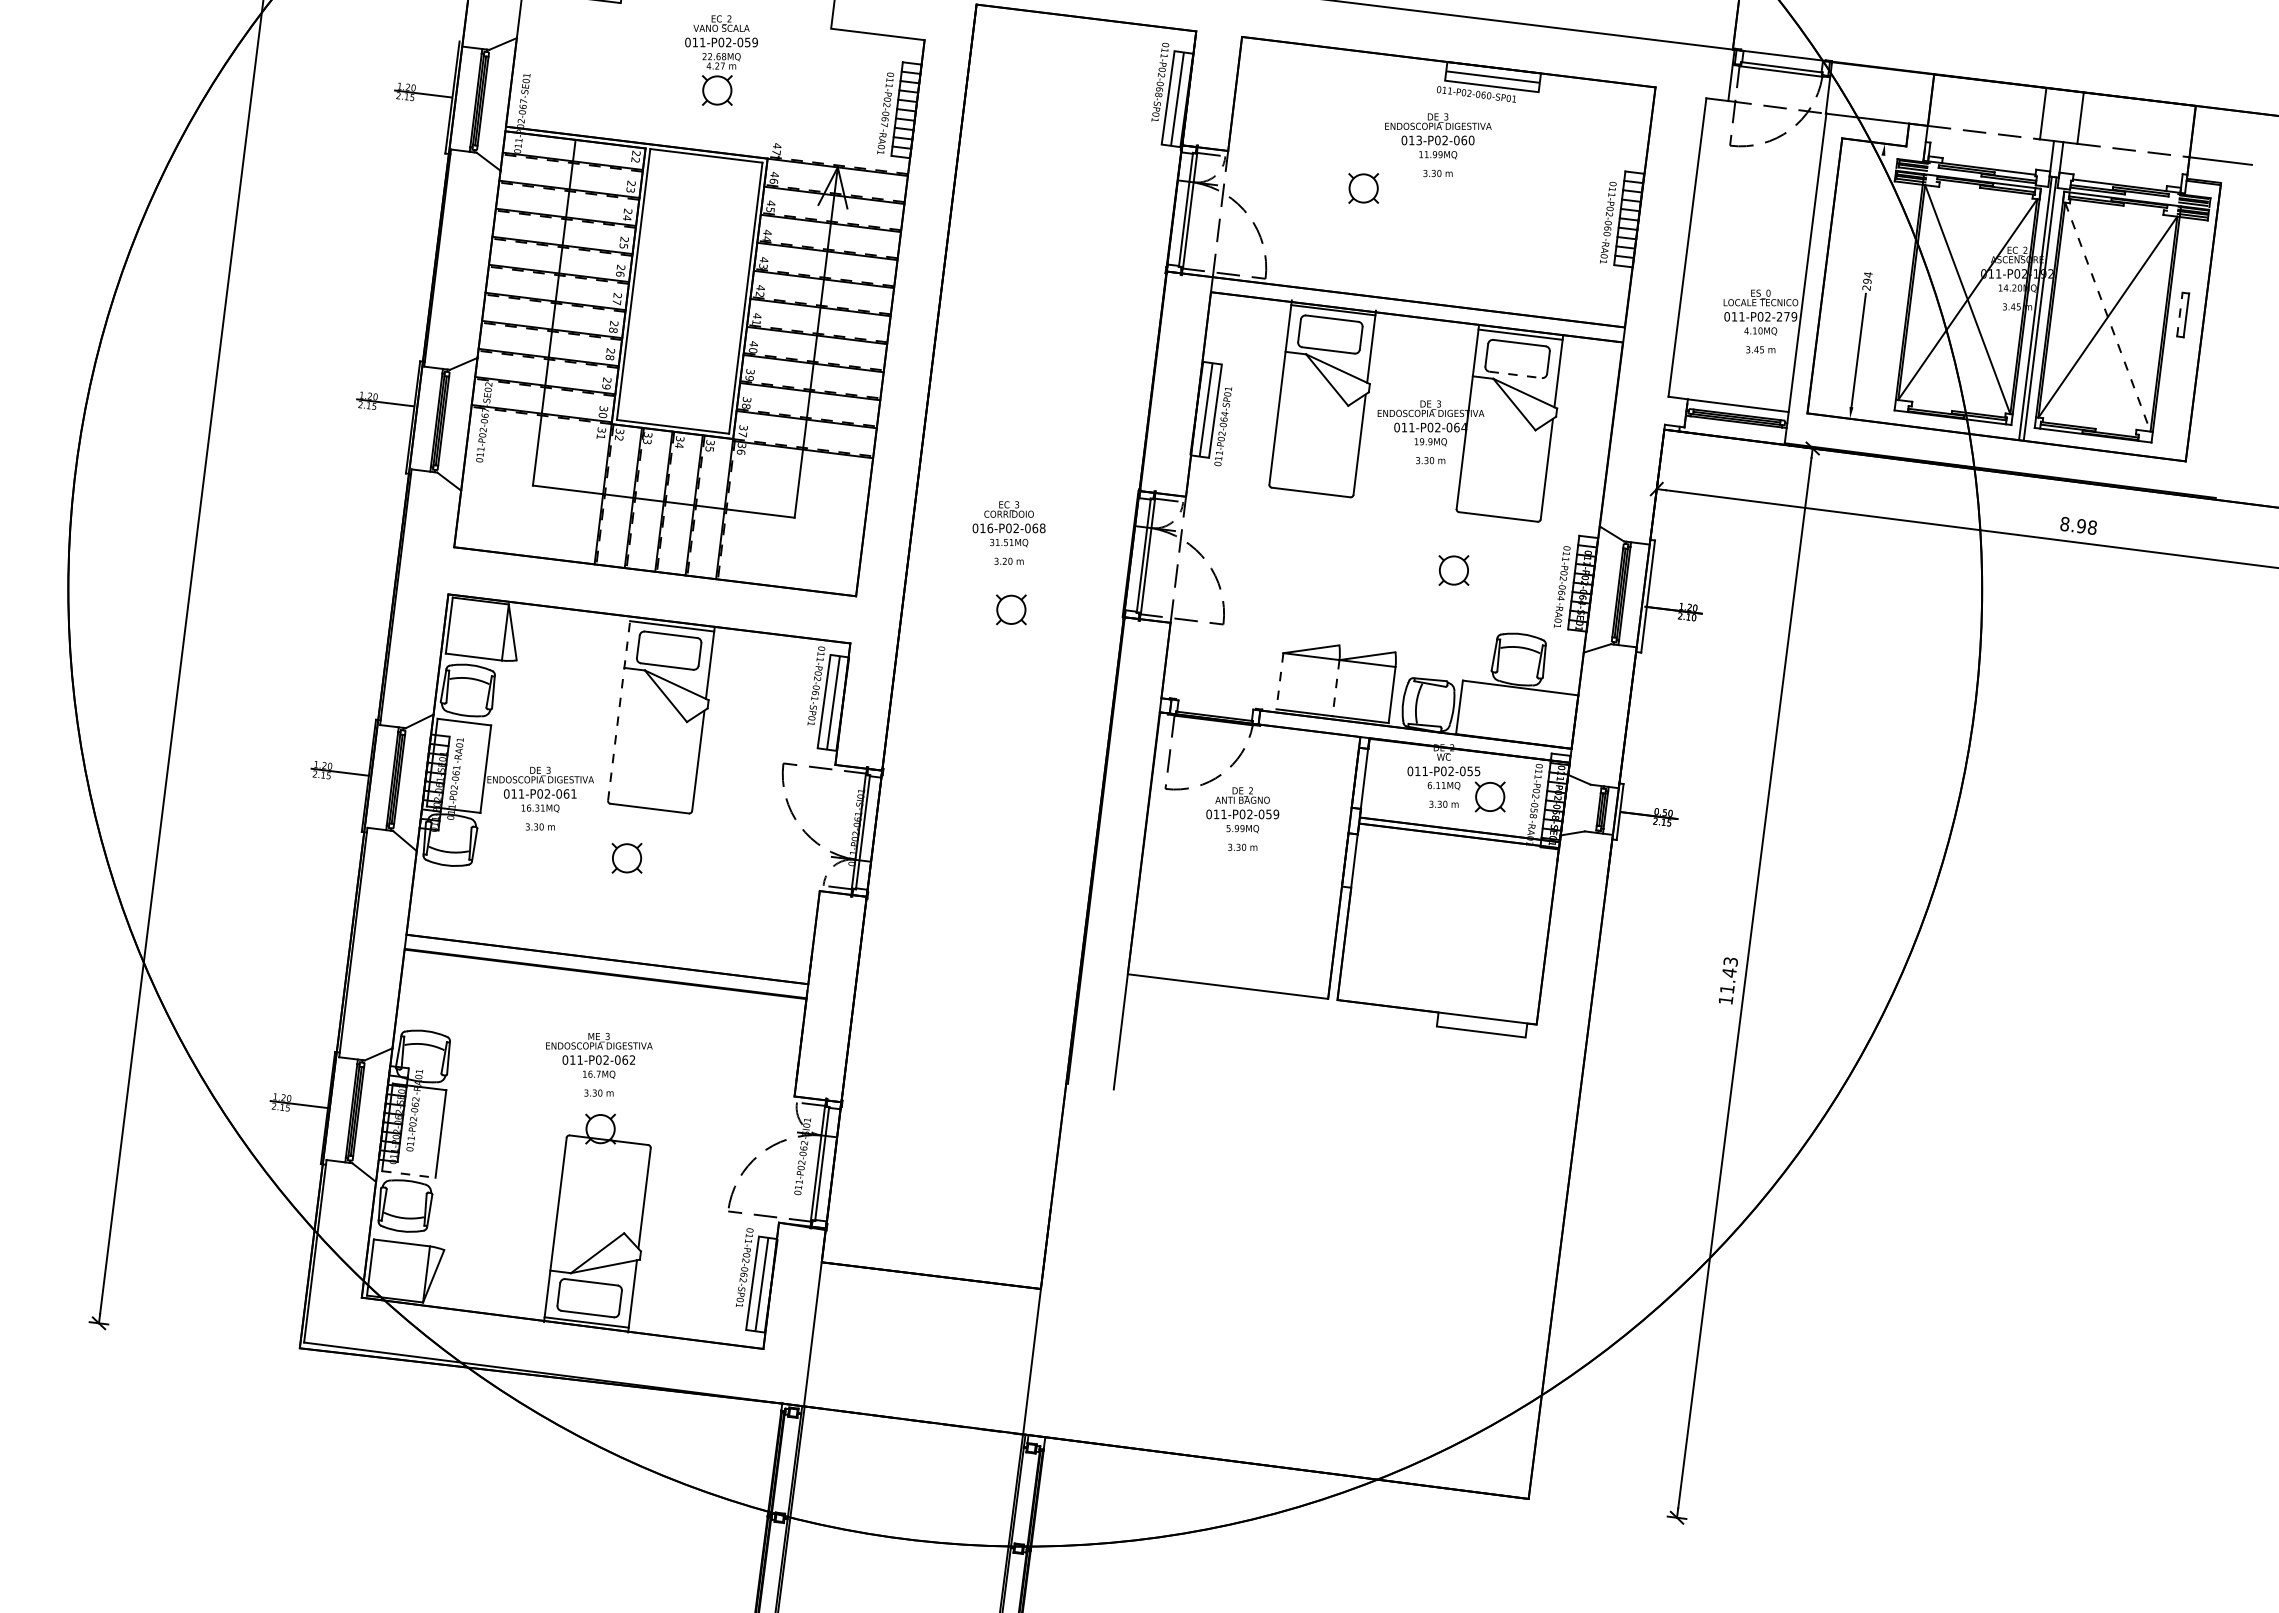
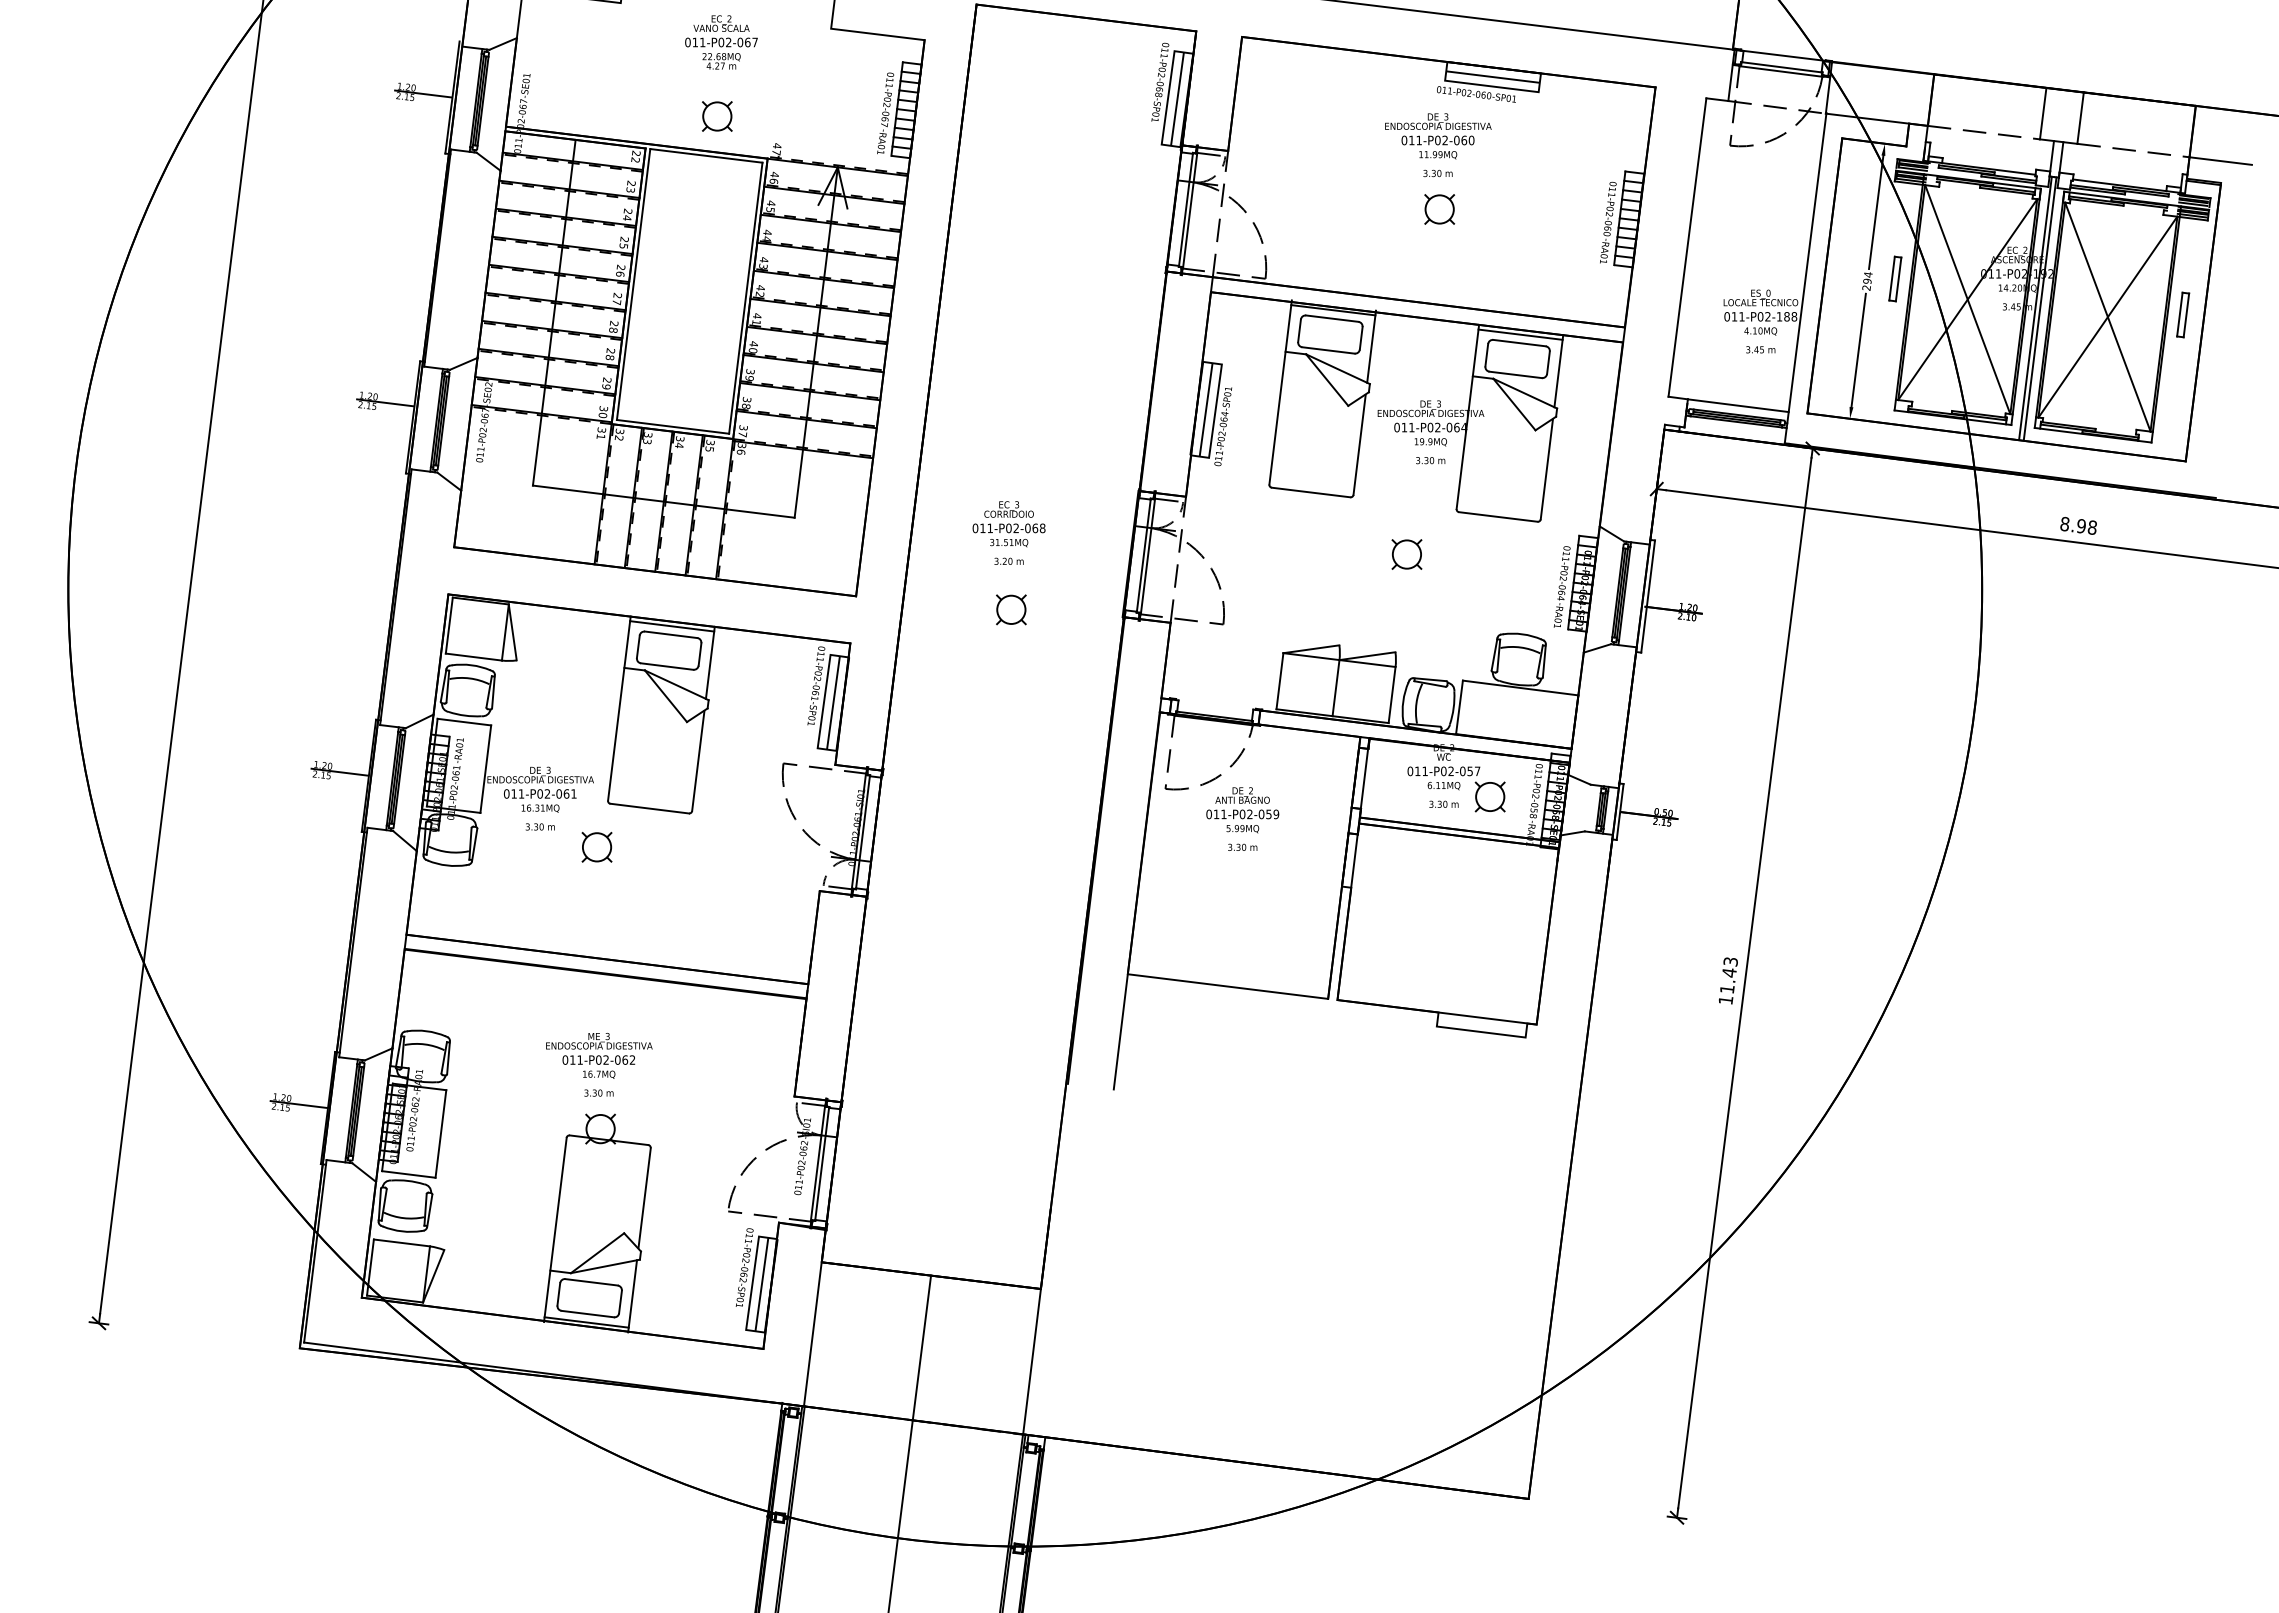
text at (751, 42): 011-P02-059 -> 011-P02-067
part at (717, 90) position: (717, 90) -> (717, 116)
text at (1418, 140): 013-P02-060 -> 011-P02-060
part at (1363, 188) position: (1363, 188) -> (1439, 209)
line at (1876, 212): none -> present
part at (1895, 278): none -> present
line at (2179, 314): dashed -> solid
text at (1786, 316): 011-P02-279 -> 011-P02-188
line at (2108, 317): dashed -> solid
line at (1516, 374): dashed -> solid
text at (990, 528): 016-P02-068 -> 011-P02-068
part at (1453, 570) position: (1453, 570) -> (1406, 554)
line at (1279, 681): dashed -> solid
line at (1335, 688): dashed -> solid
line at (619, 708): dashed -> solid
text at (1477, 771): 011-P02-055 -> 011-P02-057
part at (626, 858) position: (626, 858) -> (596, 847)
line at (408, 1174): dashed -> solid
line at (909, 1442): none -> present
